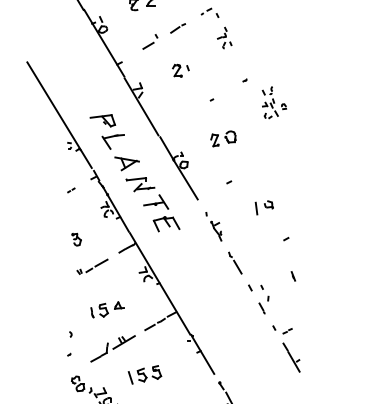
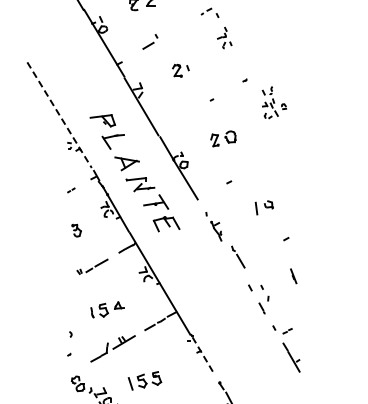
line at (178, 28): present -> none
line at (59, 115): solid -> dashed
part at (76, 239) position: (76, 239) -> (76, 230)
line at (235, 262) position: (235, 262) -> (238, 256)
part at (292, 276) size: 6x11 px -> 8x17 px
line at (203, 356): solid -> dashed
part at (144, 374) position: (144, 374) -> (144, 380)
